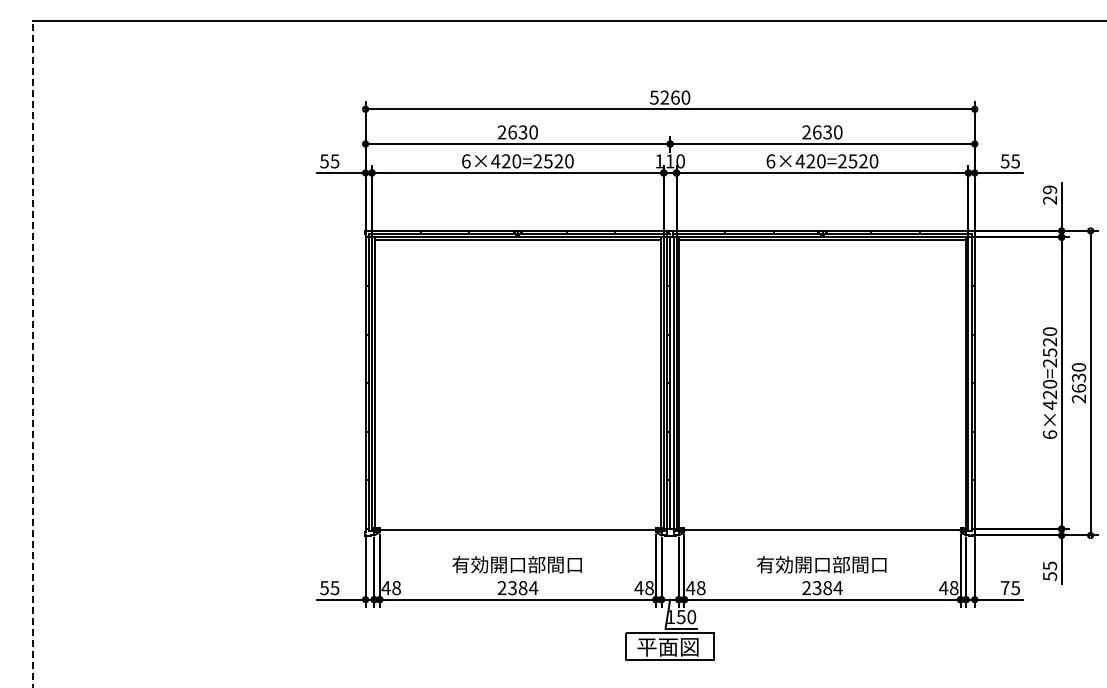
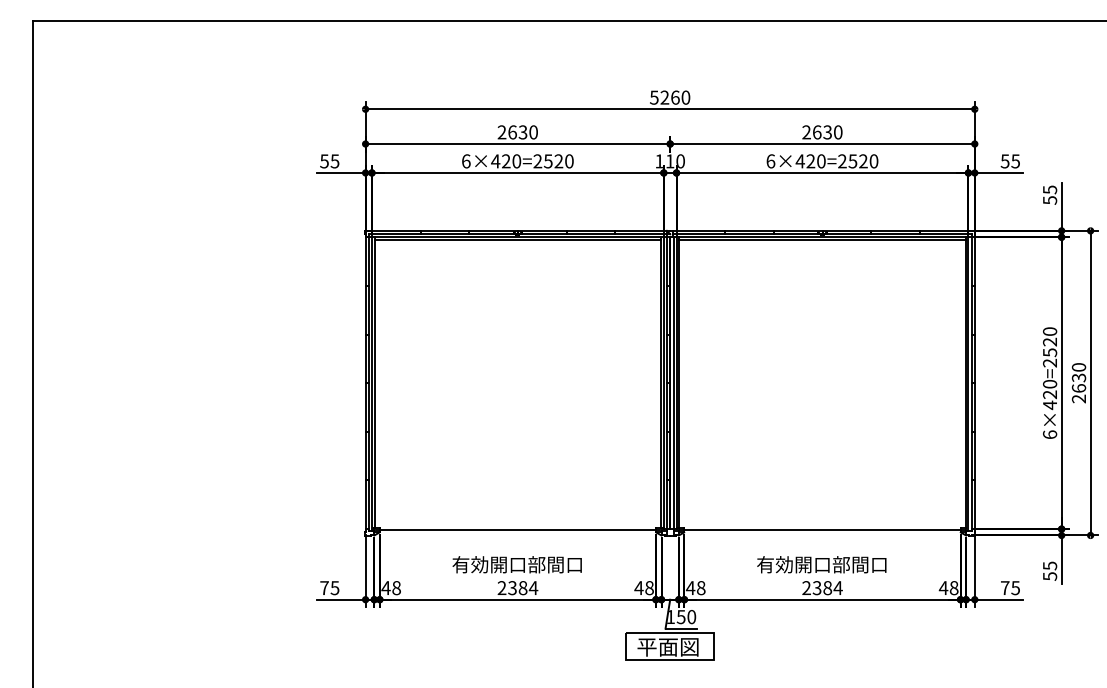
text at (1050, 194): 29 -> 55
line at (33, 353): dashed -> solid
text at (324, 588): 55 -> 75
